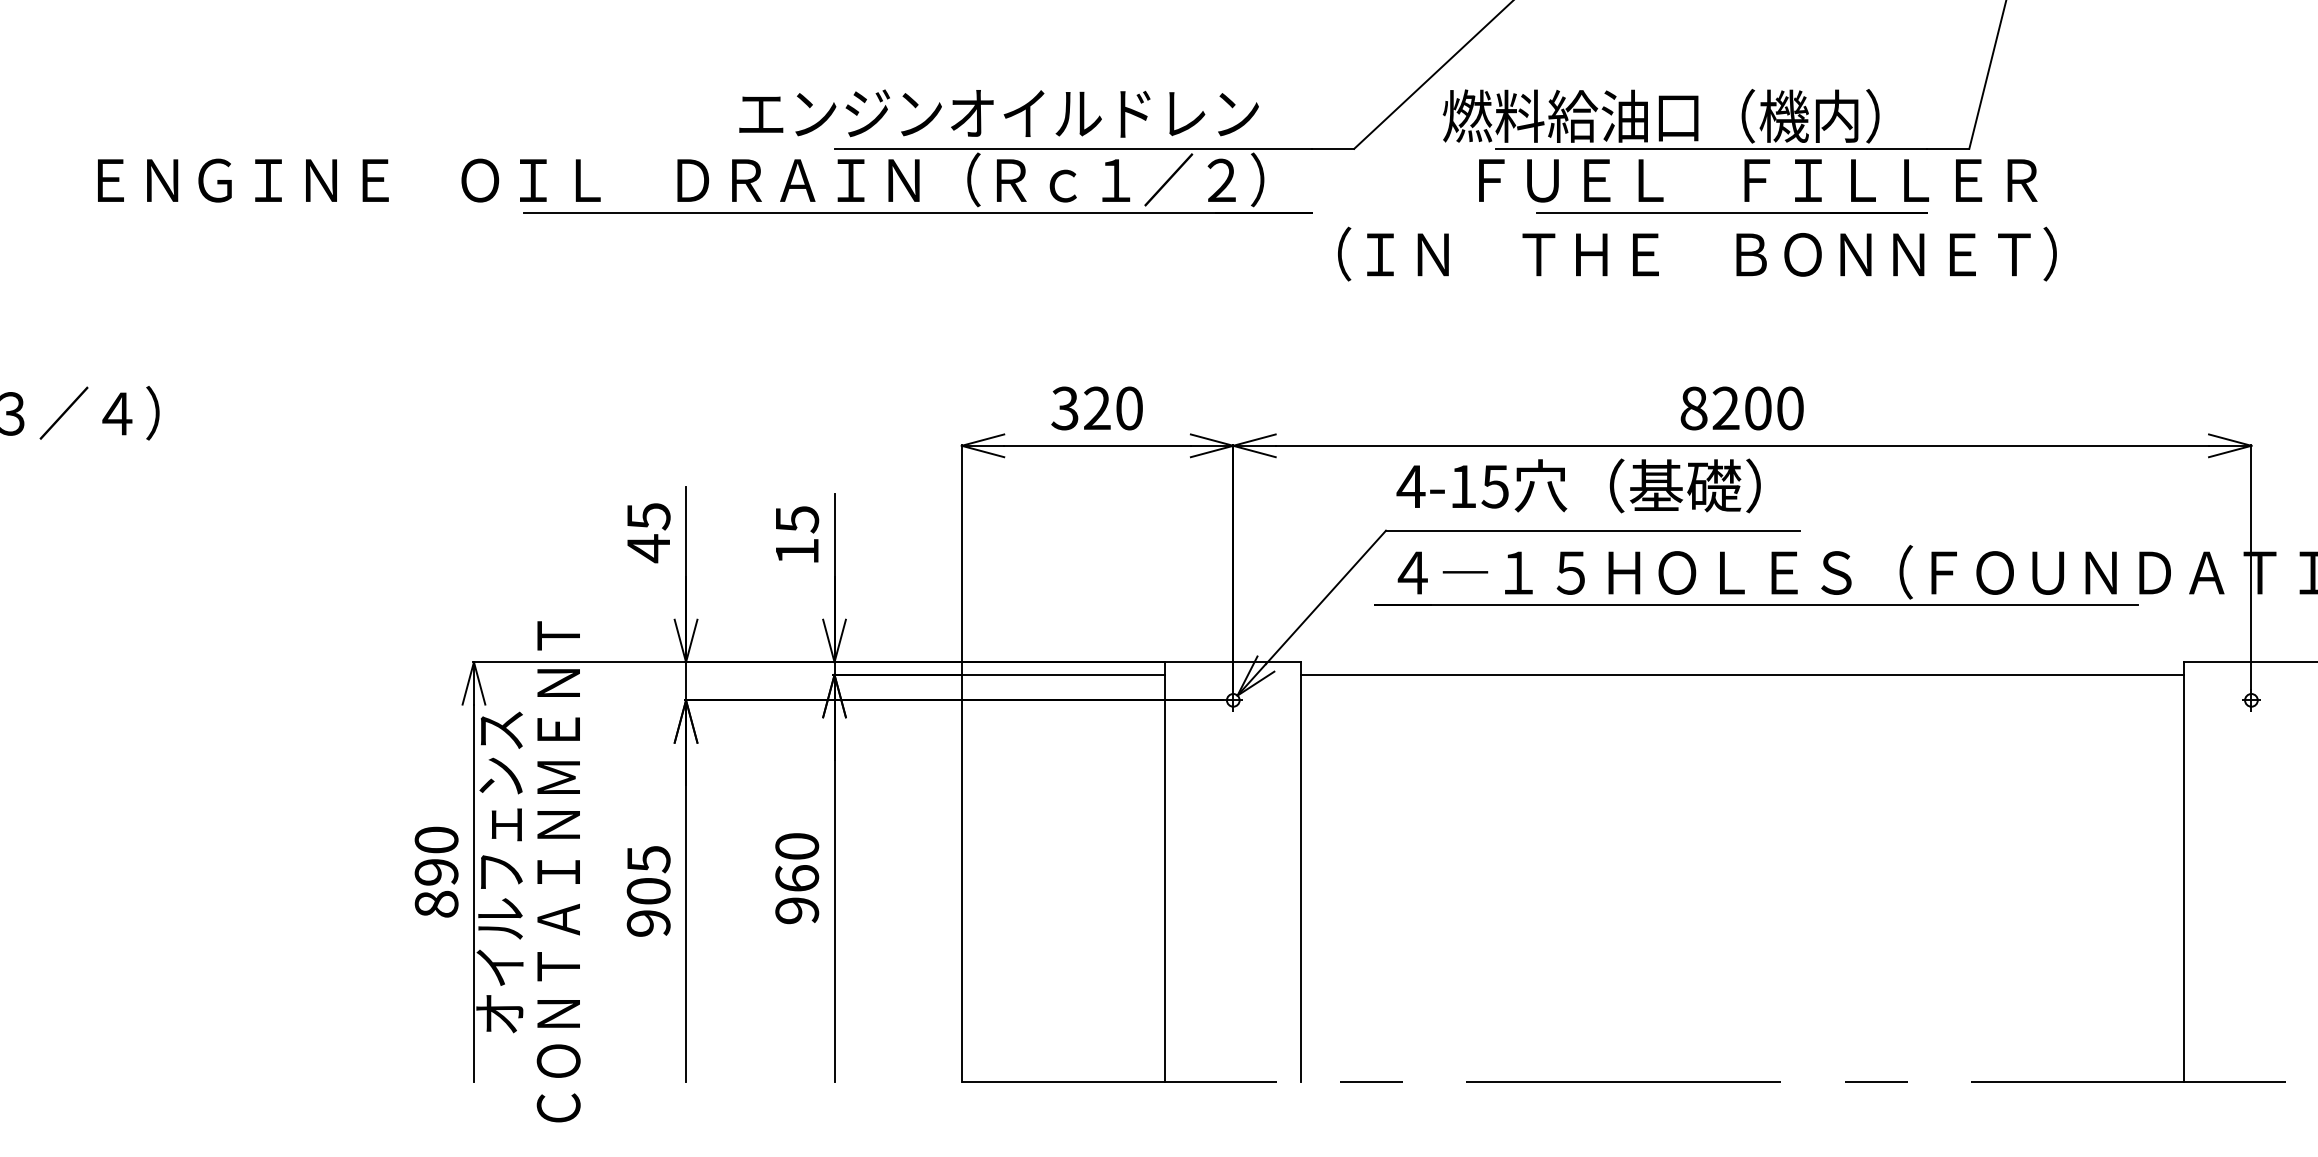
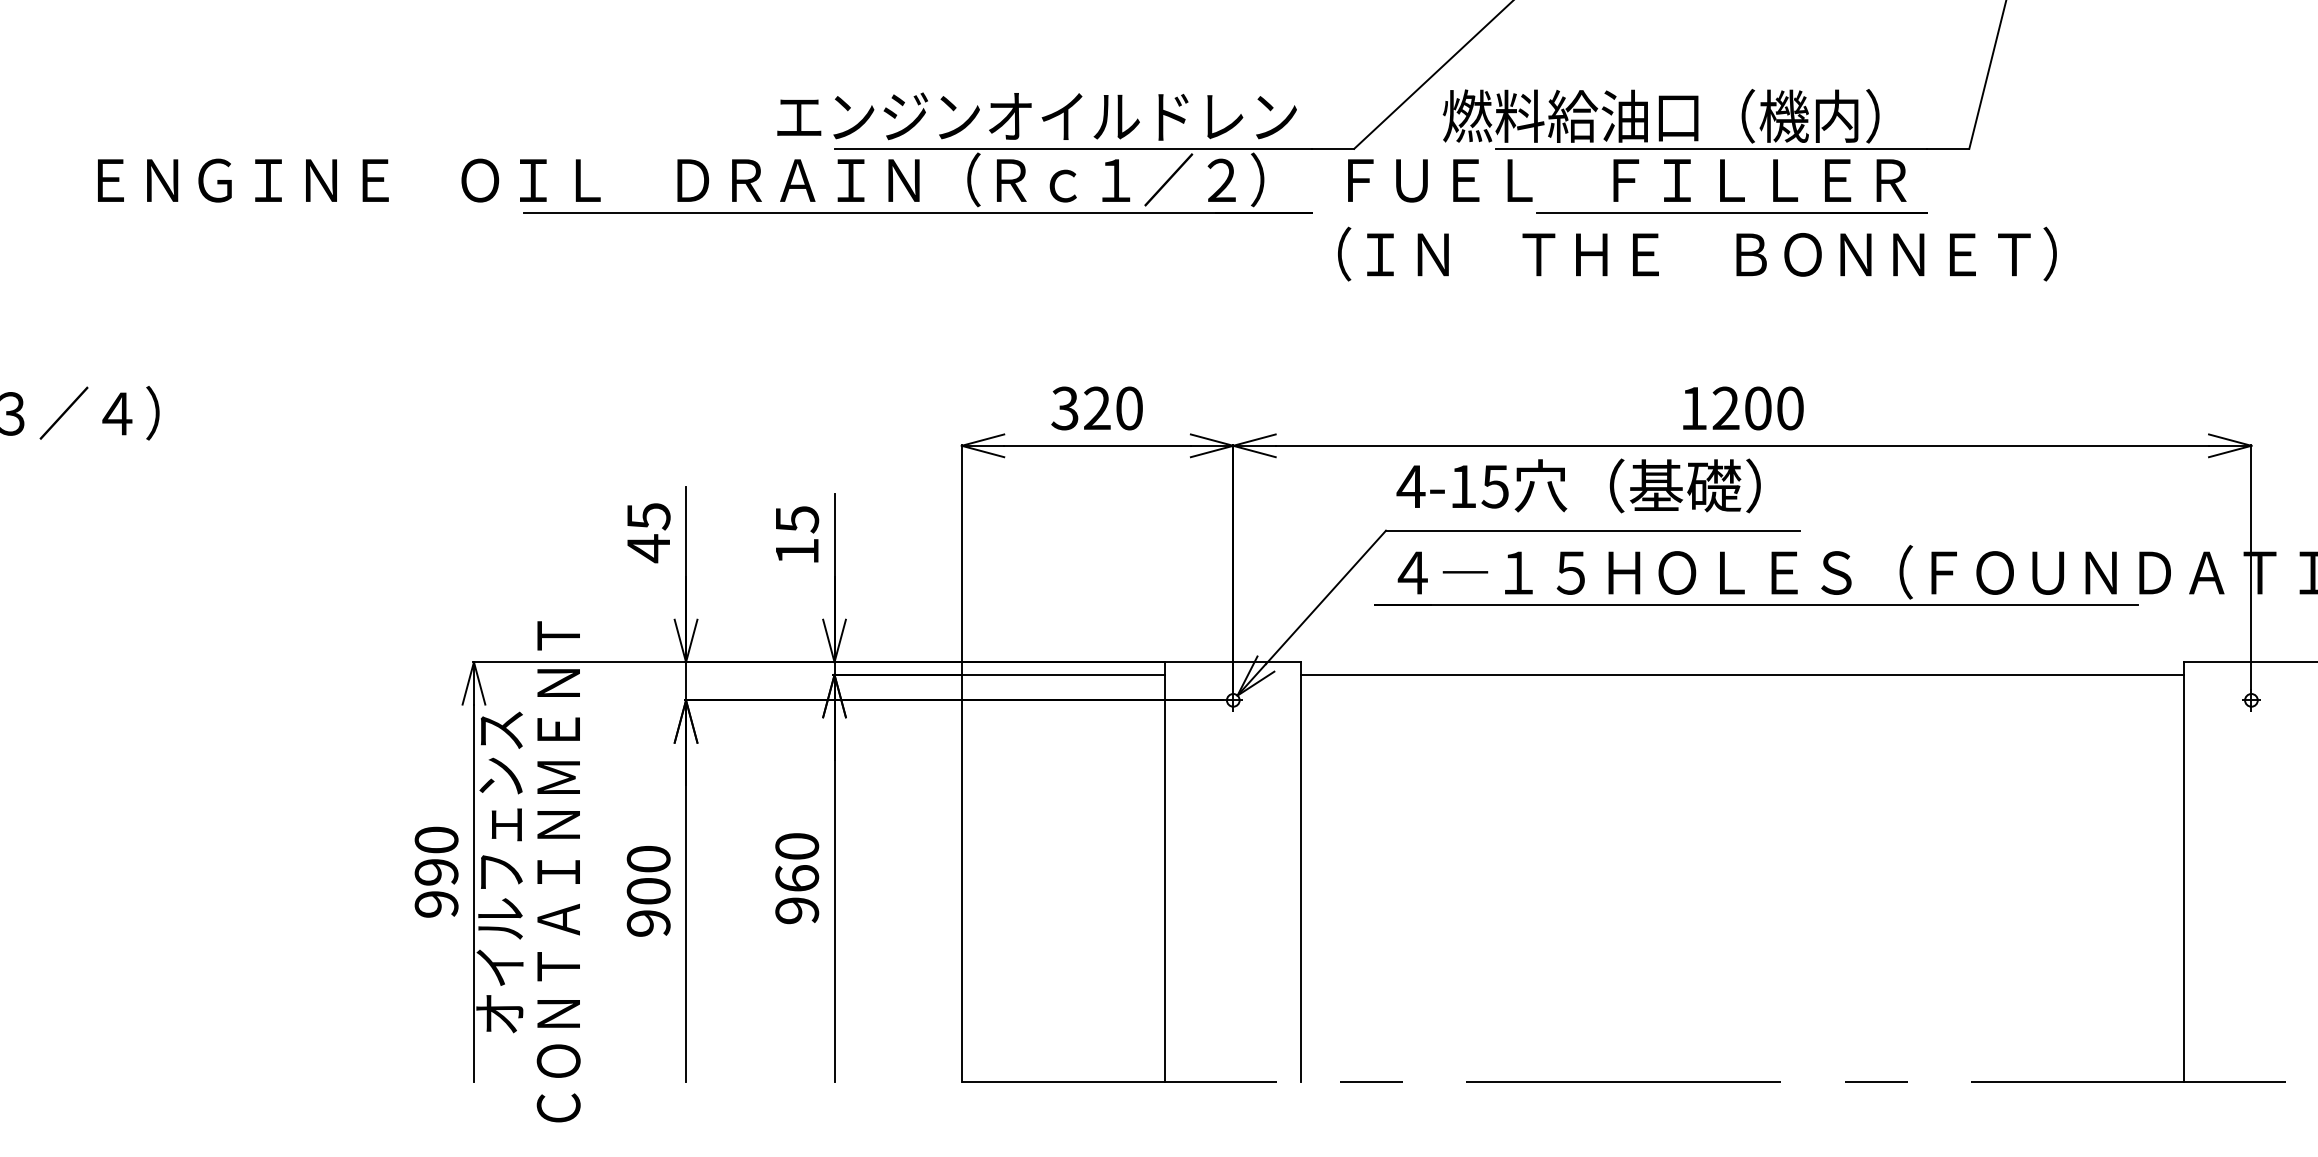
text at (998, 113) position: (998, 113) -> (1036, 116)
text at (1758, 180) position: (1758, 180) -> (1627, 180)
text at (1693, 408): 8200 -> 1200
text at (648, 859): 905 -> 900
text at (436, 903): 890 -> 990
